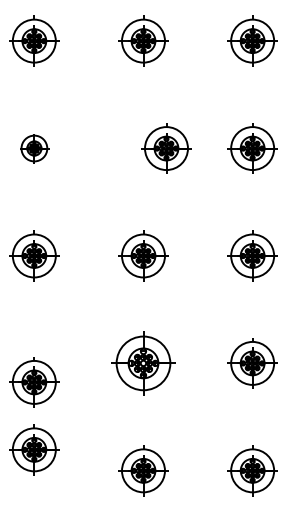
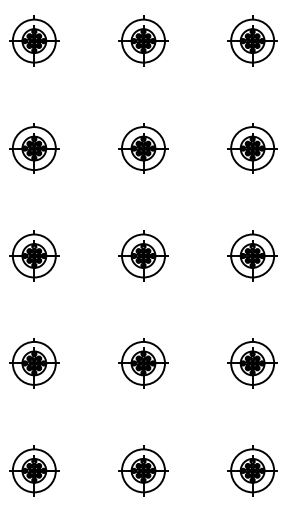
part at (34, 148) size: 30x30 px -> 51x51 px
part at (166, 148) position: (166, 148) -> (143, 148)
part at (143, 363) size: 65x65 px -> 51x51 px
part at (34, 382) position: (34, 382) -> (34, 363)
part at (34, 449) position: (34, 449) -> (34, 470)
